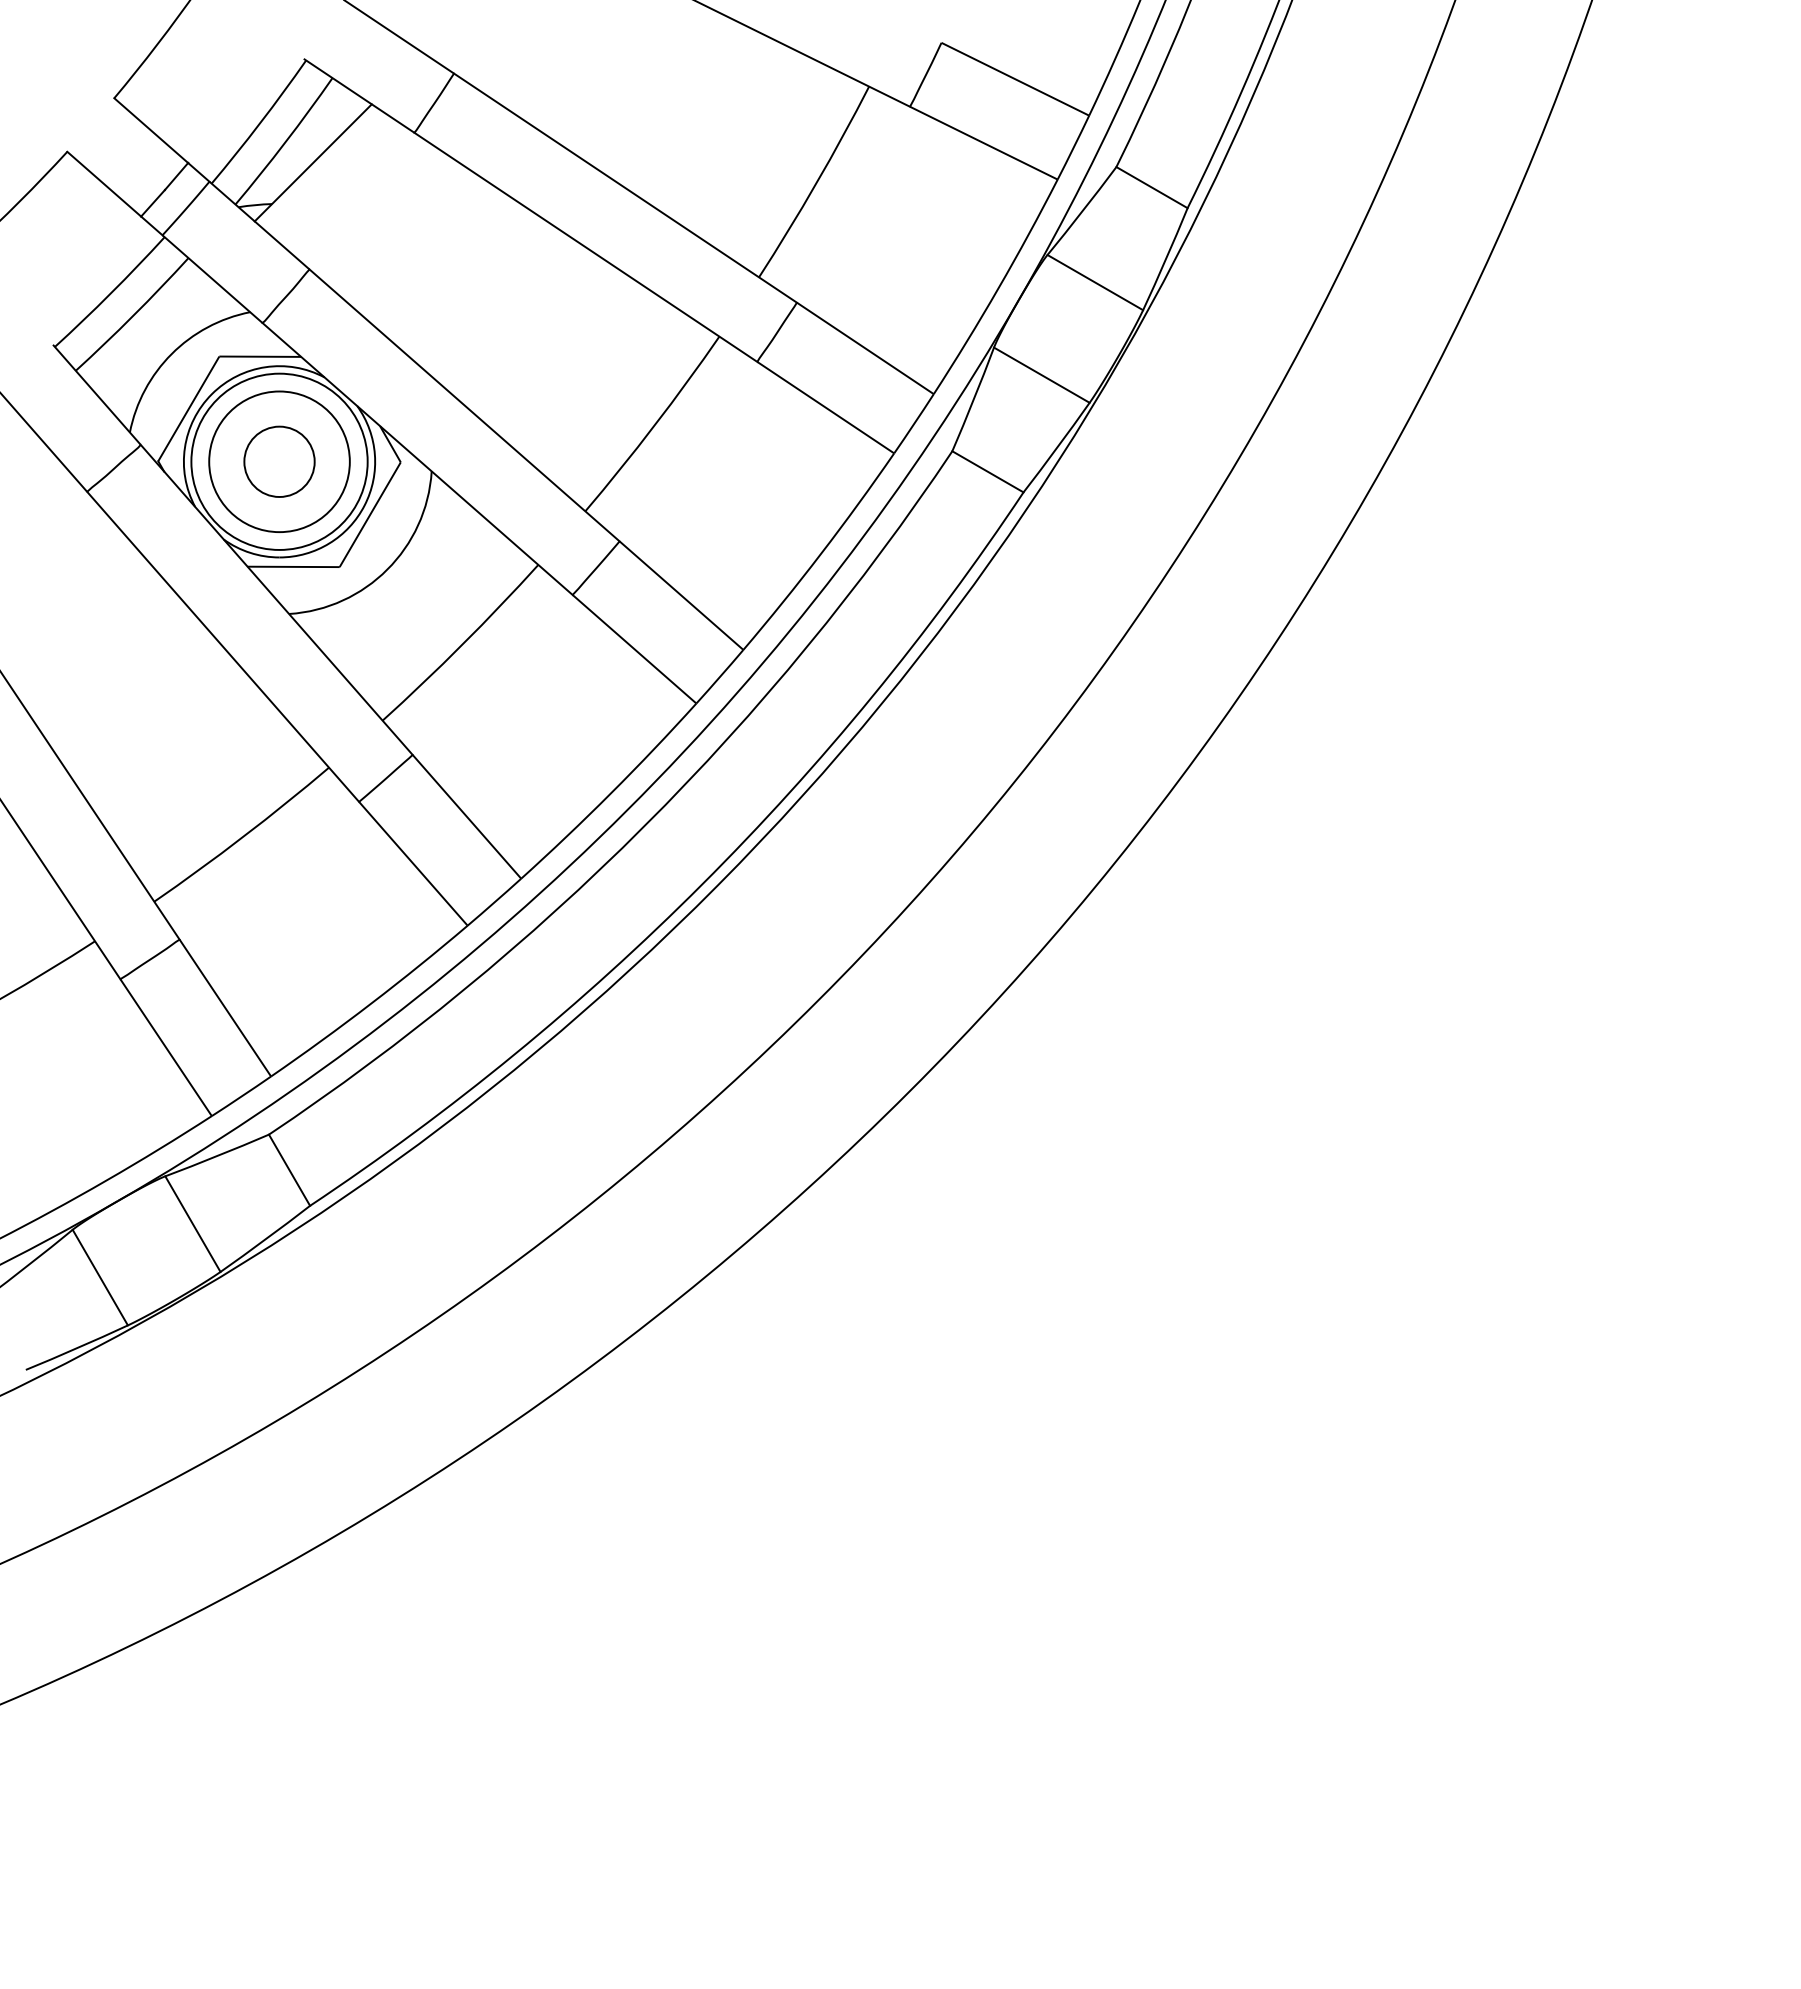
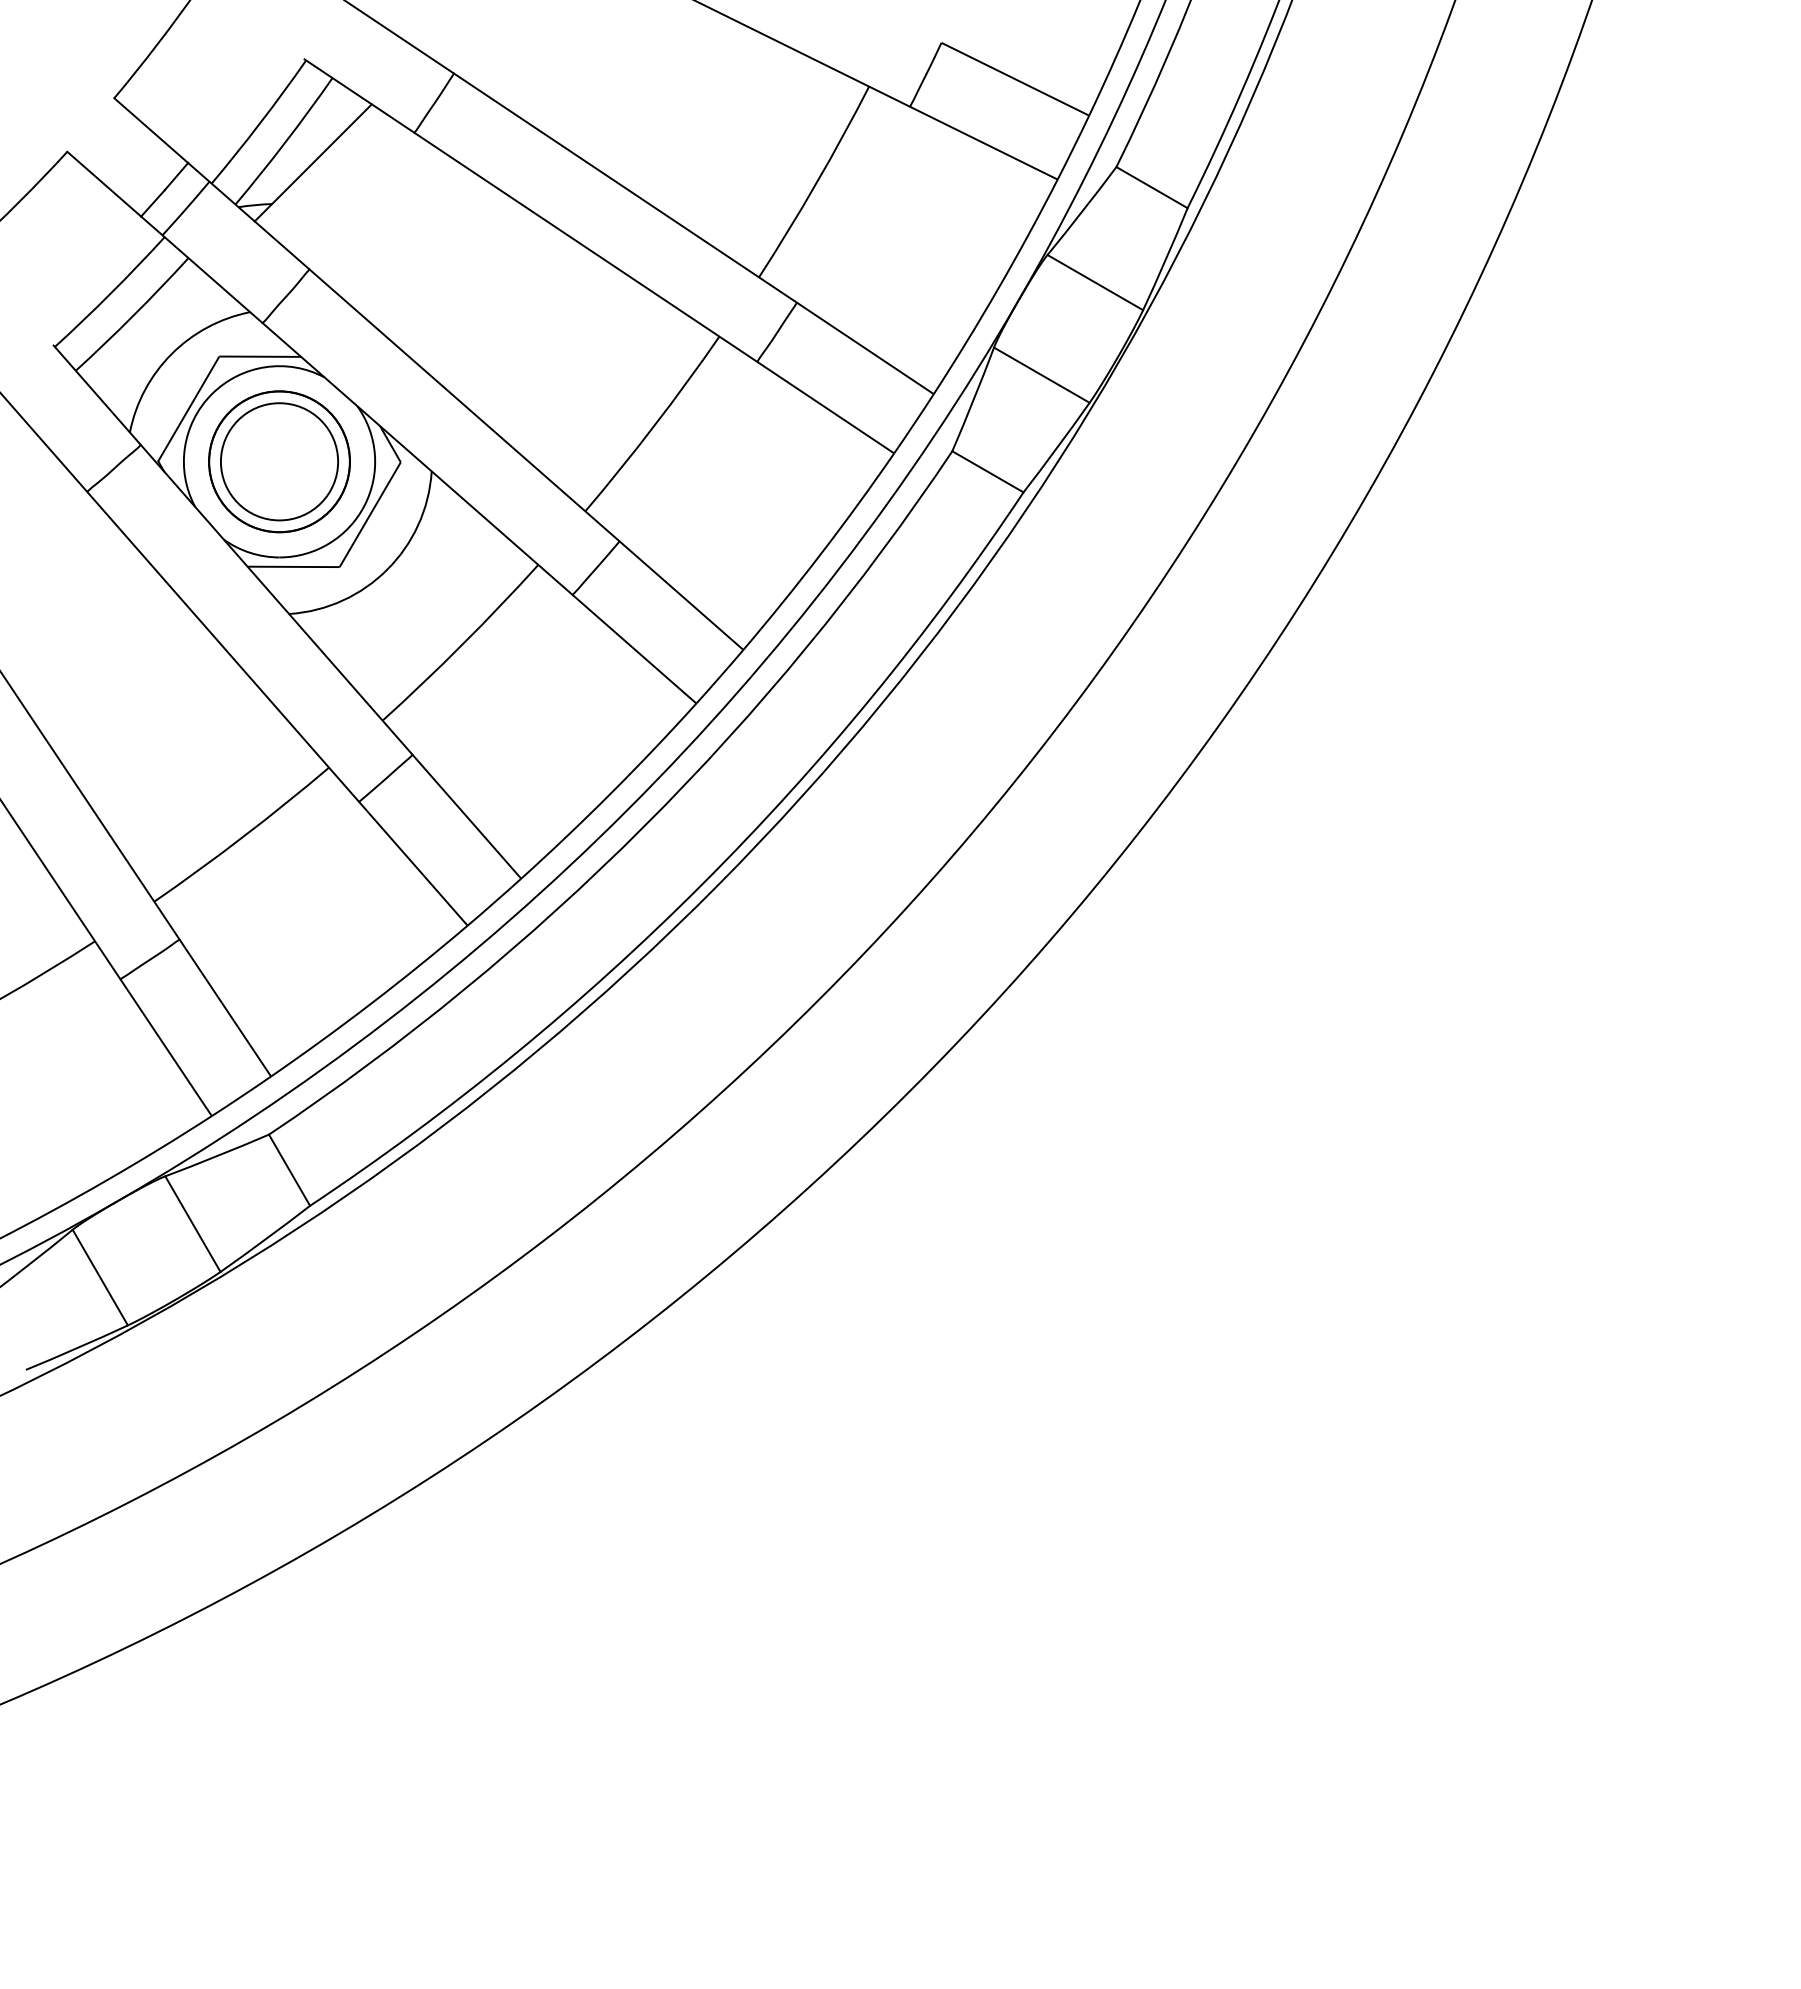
circle at (279, 461) diameter: 176 px -> 141 px
circle at (279, 461) diameter: 70 px -> 117 px
